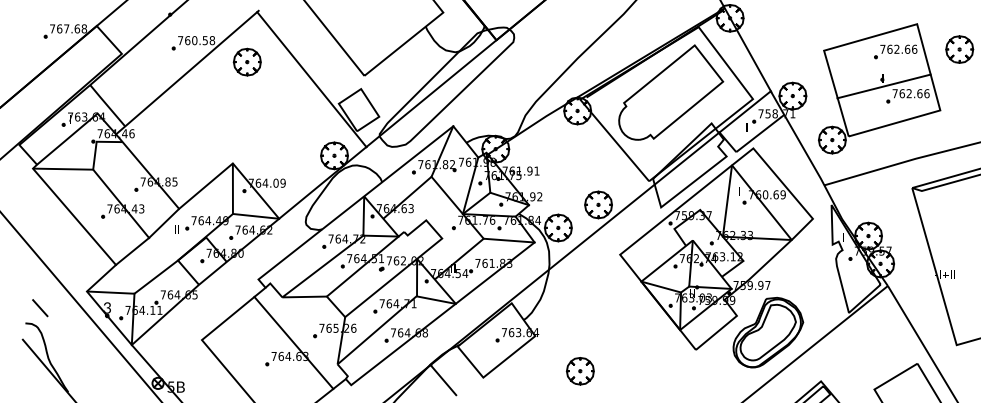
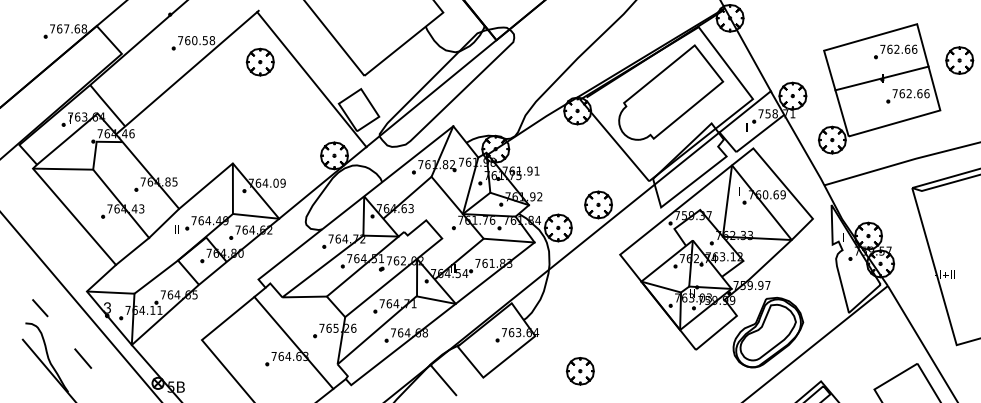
part at (959, 49) position: (959, 49) -> (959, 60)
part at (246, 61) position: (246, 61) -> (259, 61)
line at (883, 86) position: (883, 86) -> (881, 78)
line at (83, 358): none -> present
